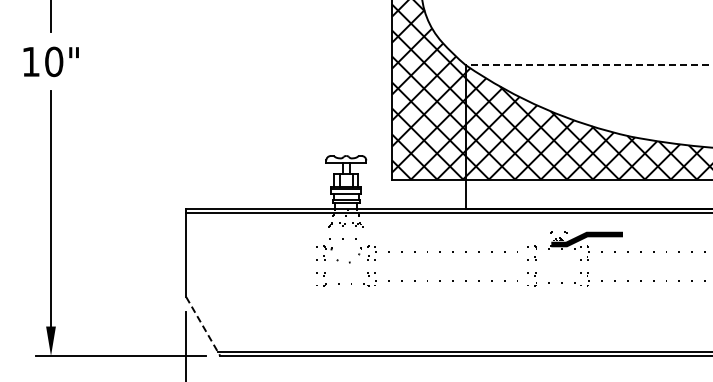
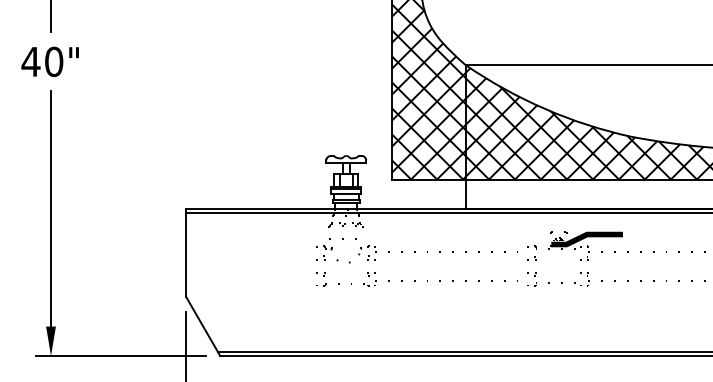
text at (30, 61): 10" -> 40"
line at (588, 65): dashed -> solid
line at (203, 326): dashed -> solid
